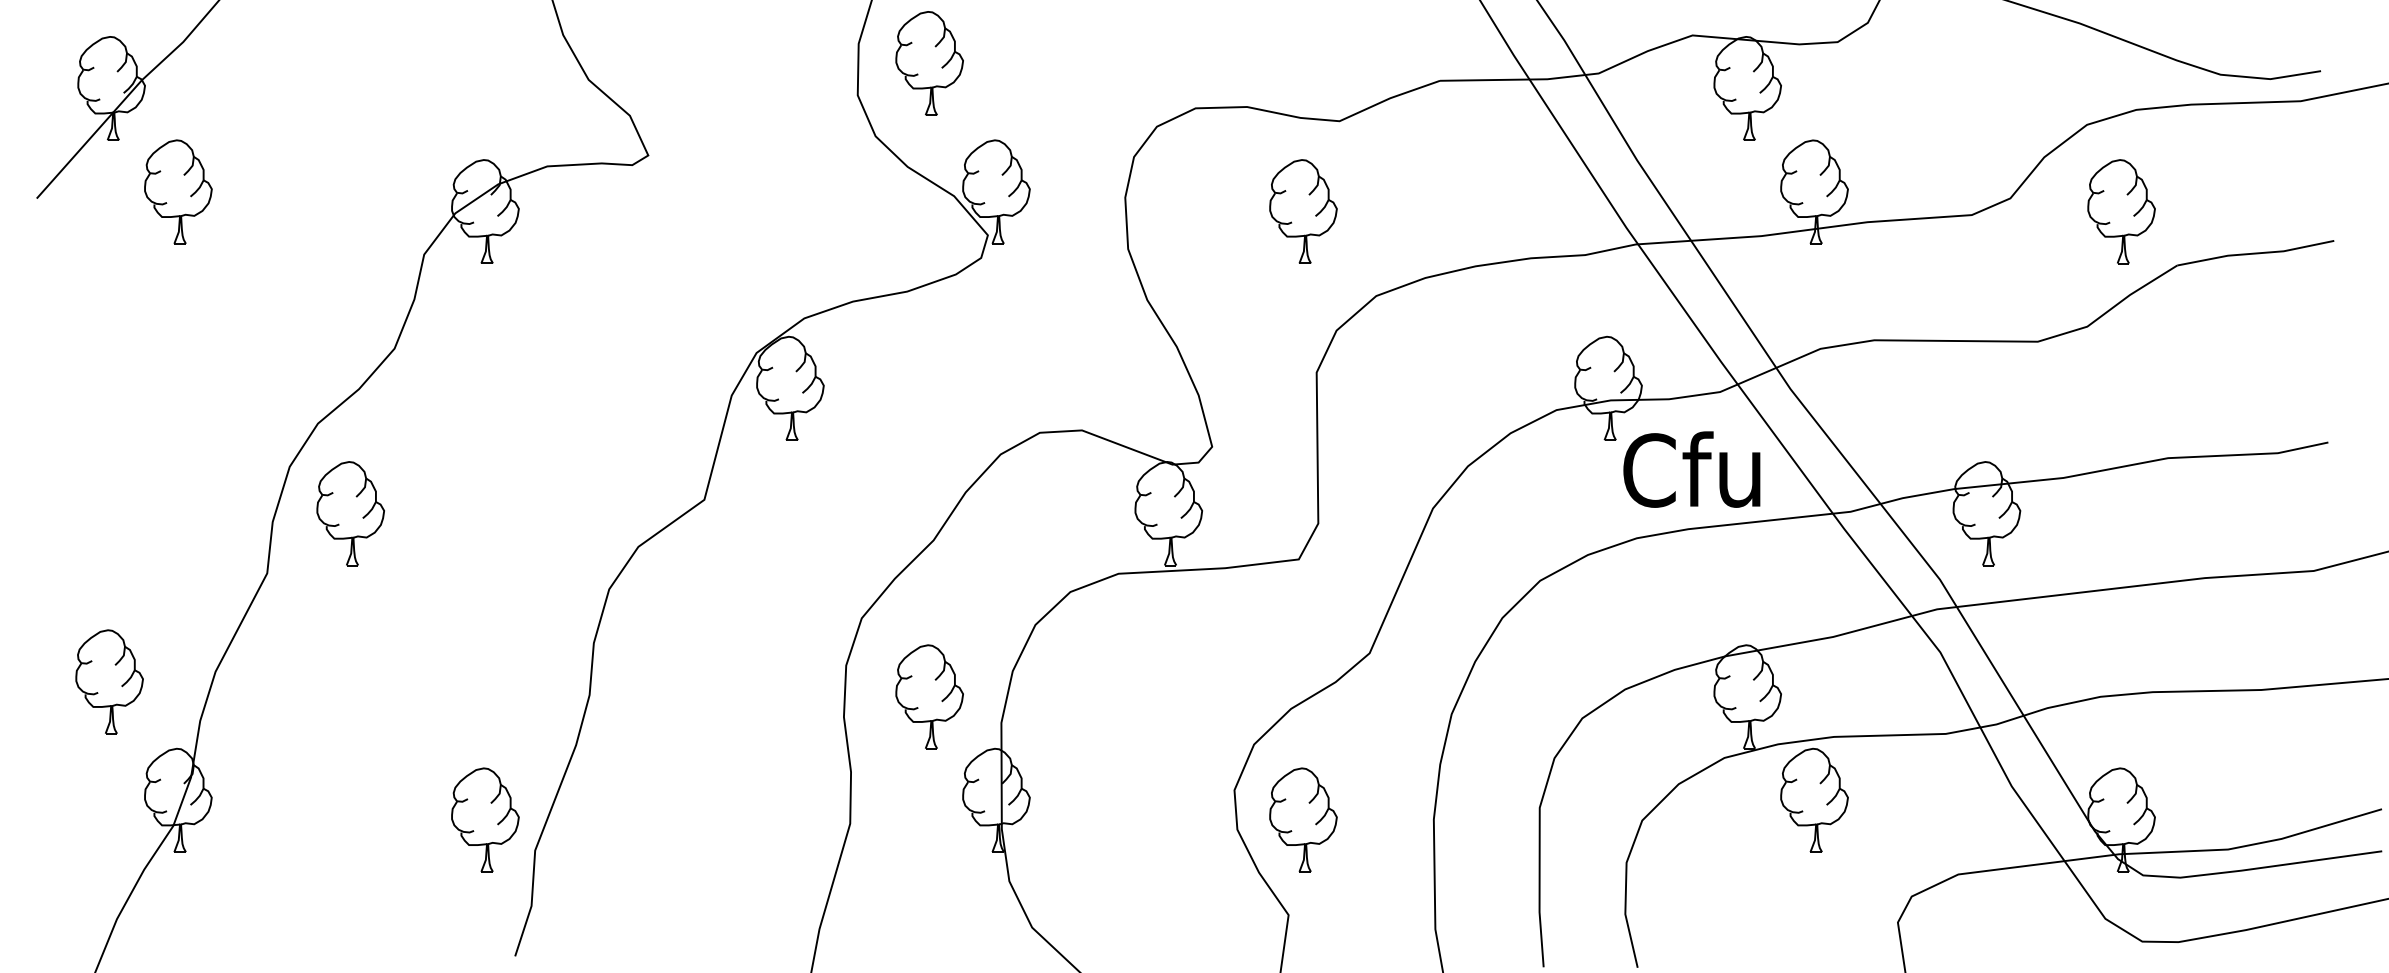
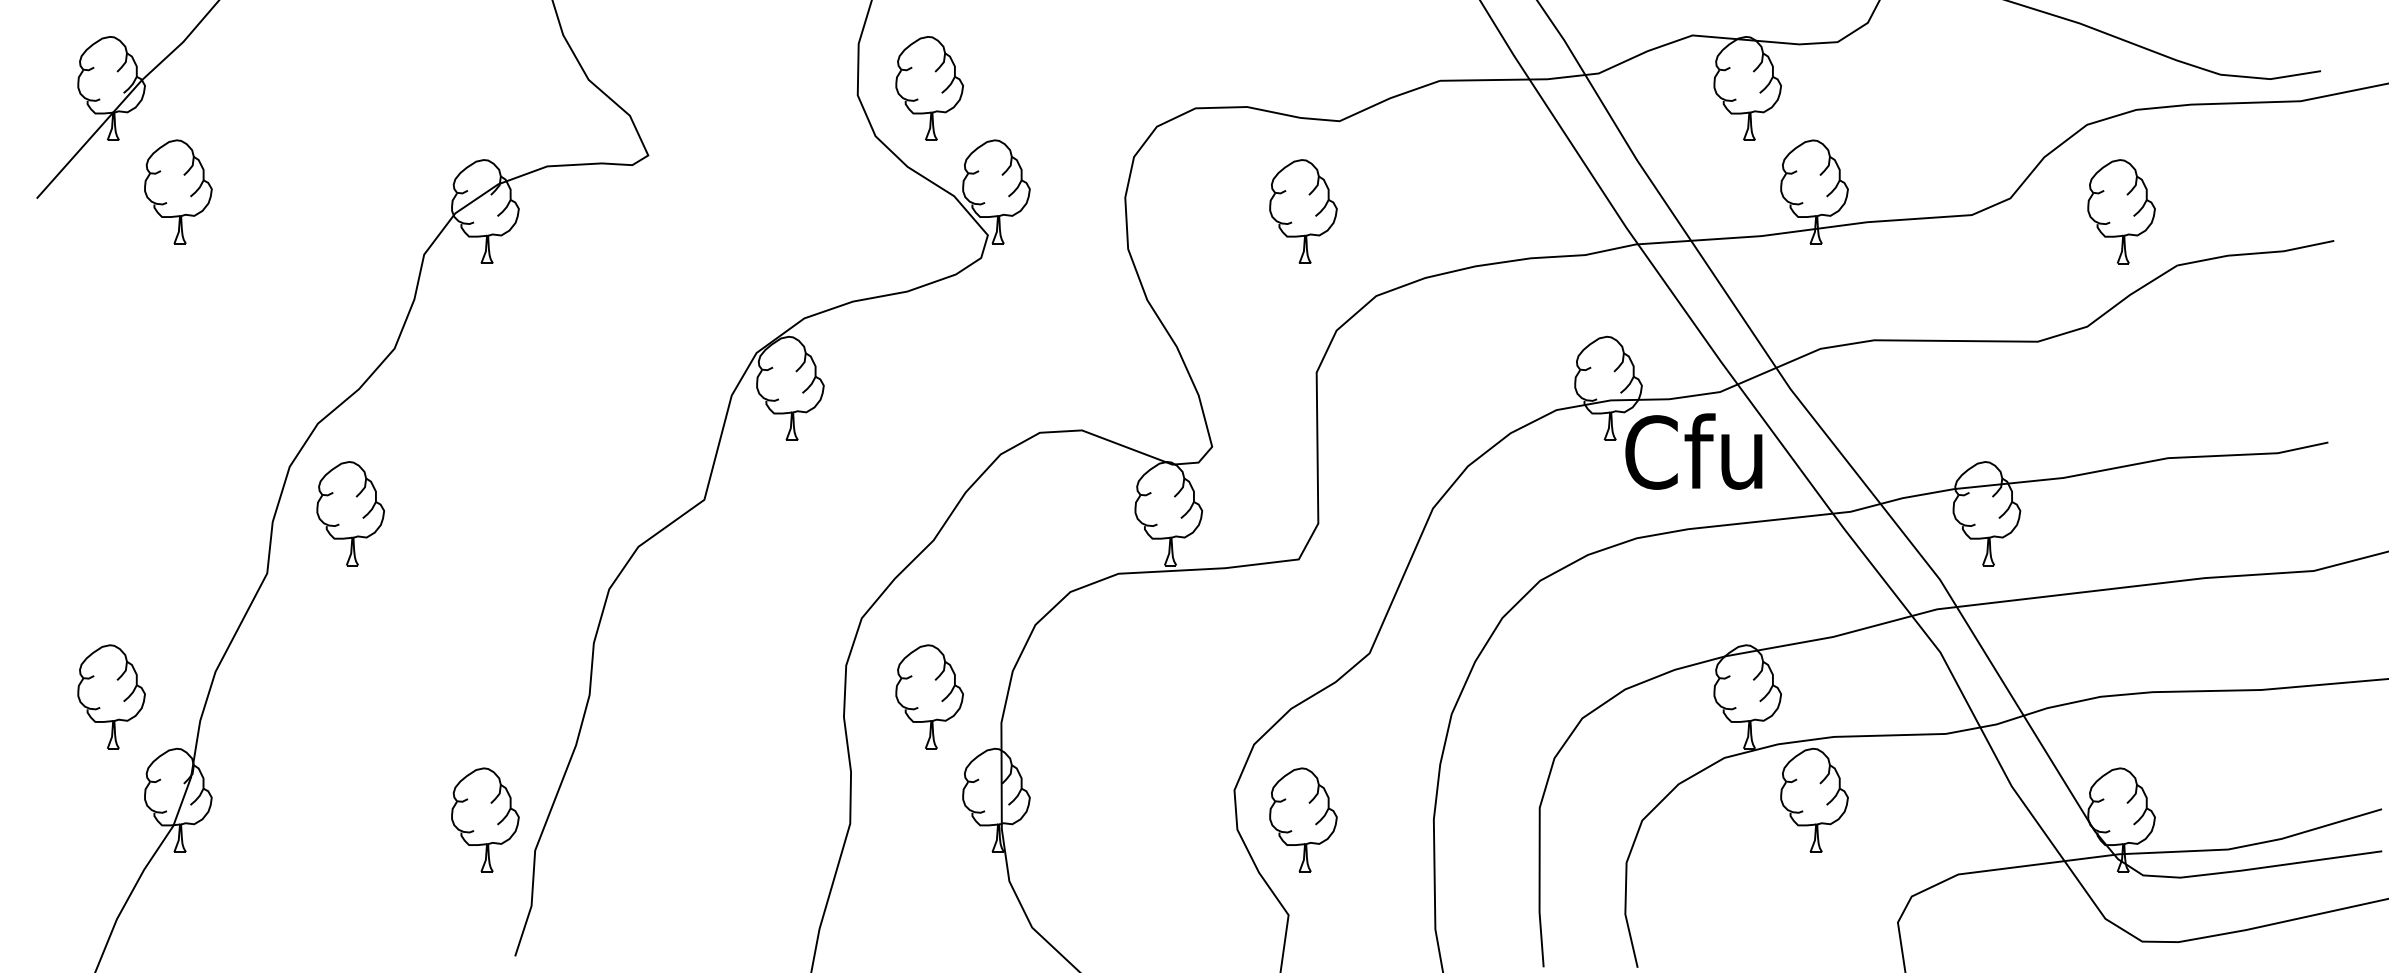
part at (929, 63) position: (929, 63) -> (929, 88)
text at (1691, 469) position: (1691, 469) -> (1693, 451)
part at (109, 681) position: (109, 681) -> (111, 696)
